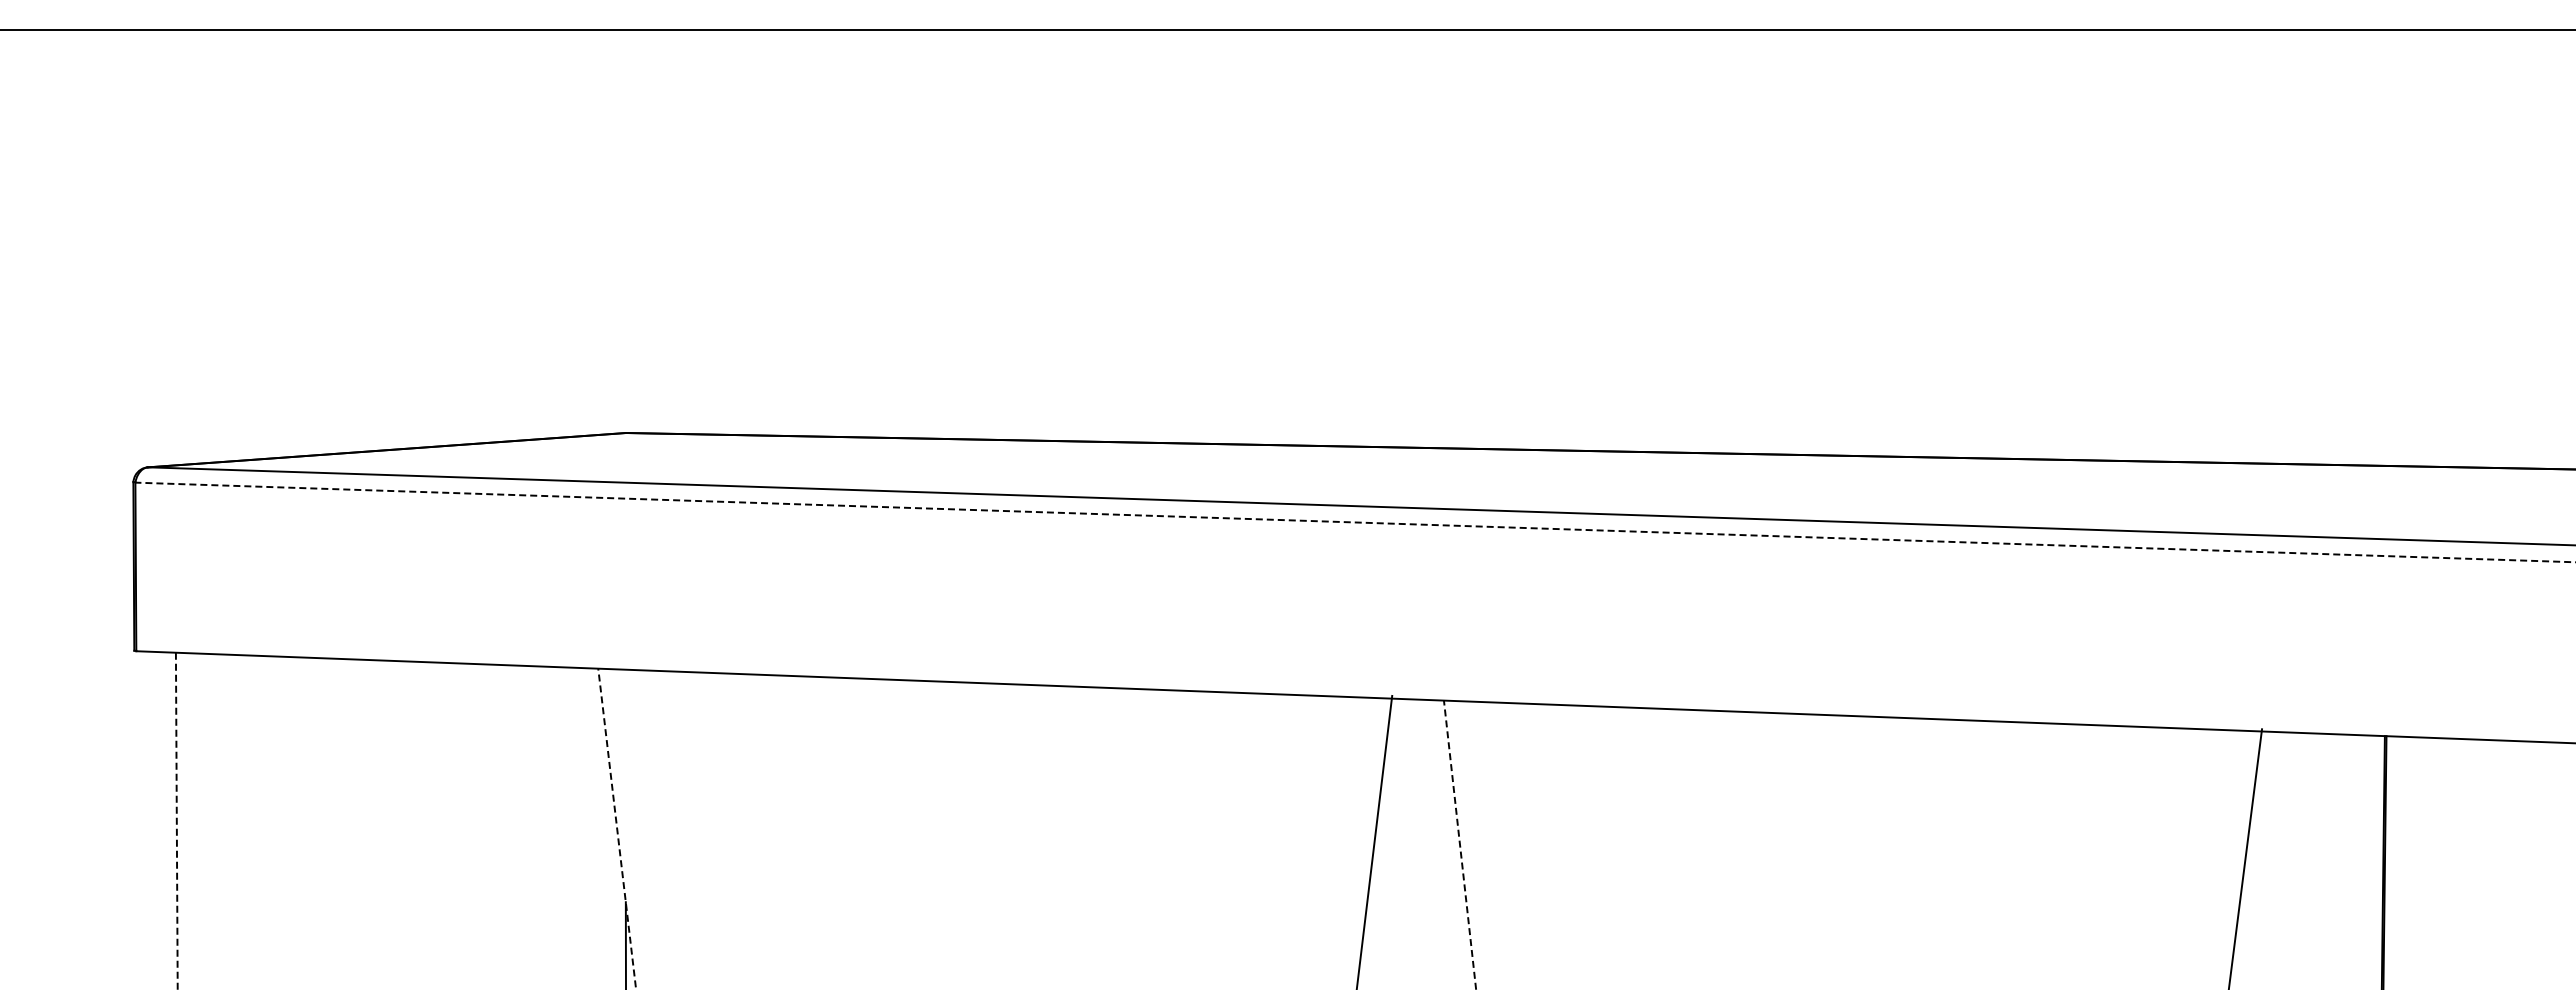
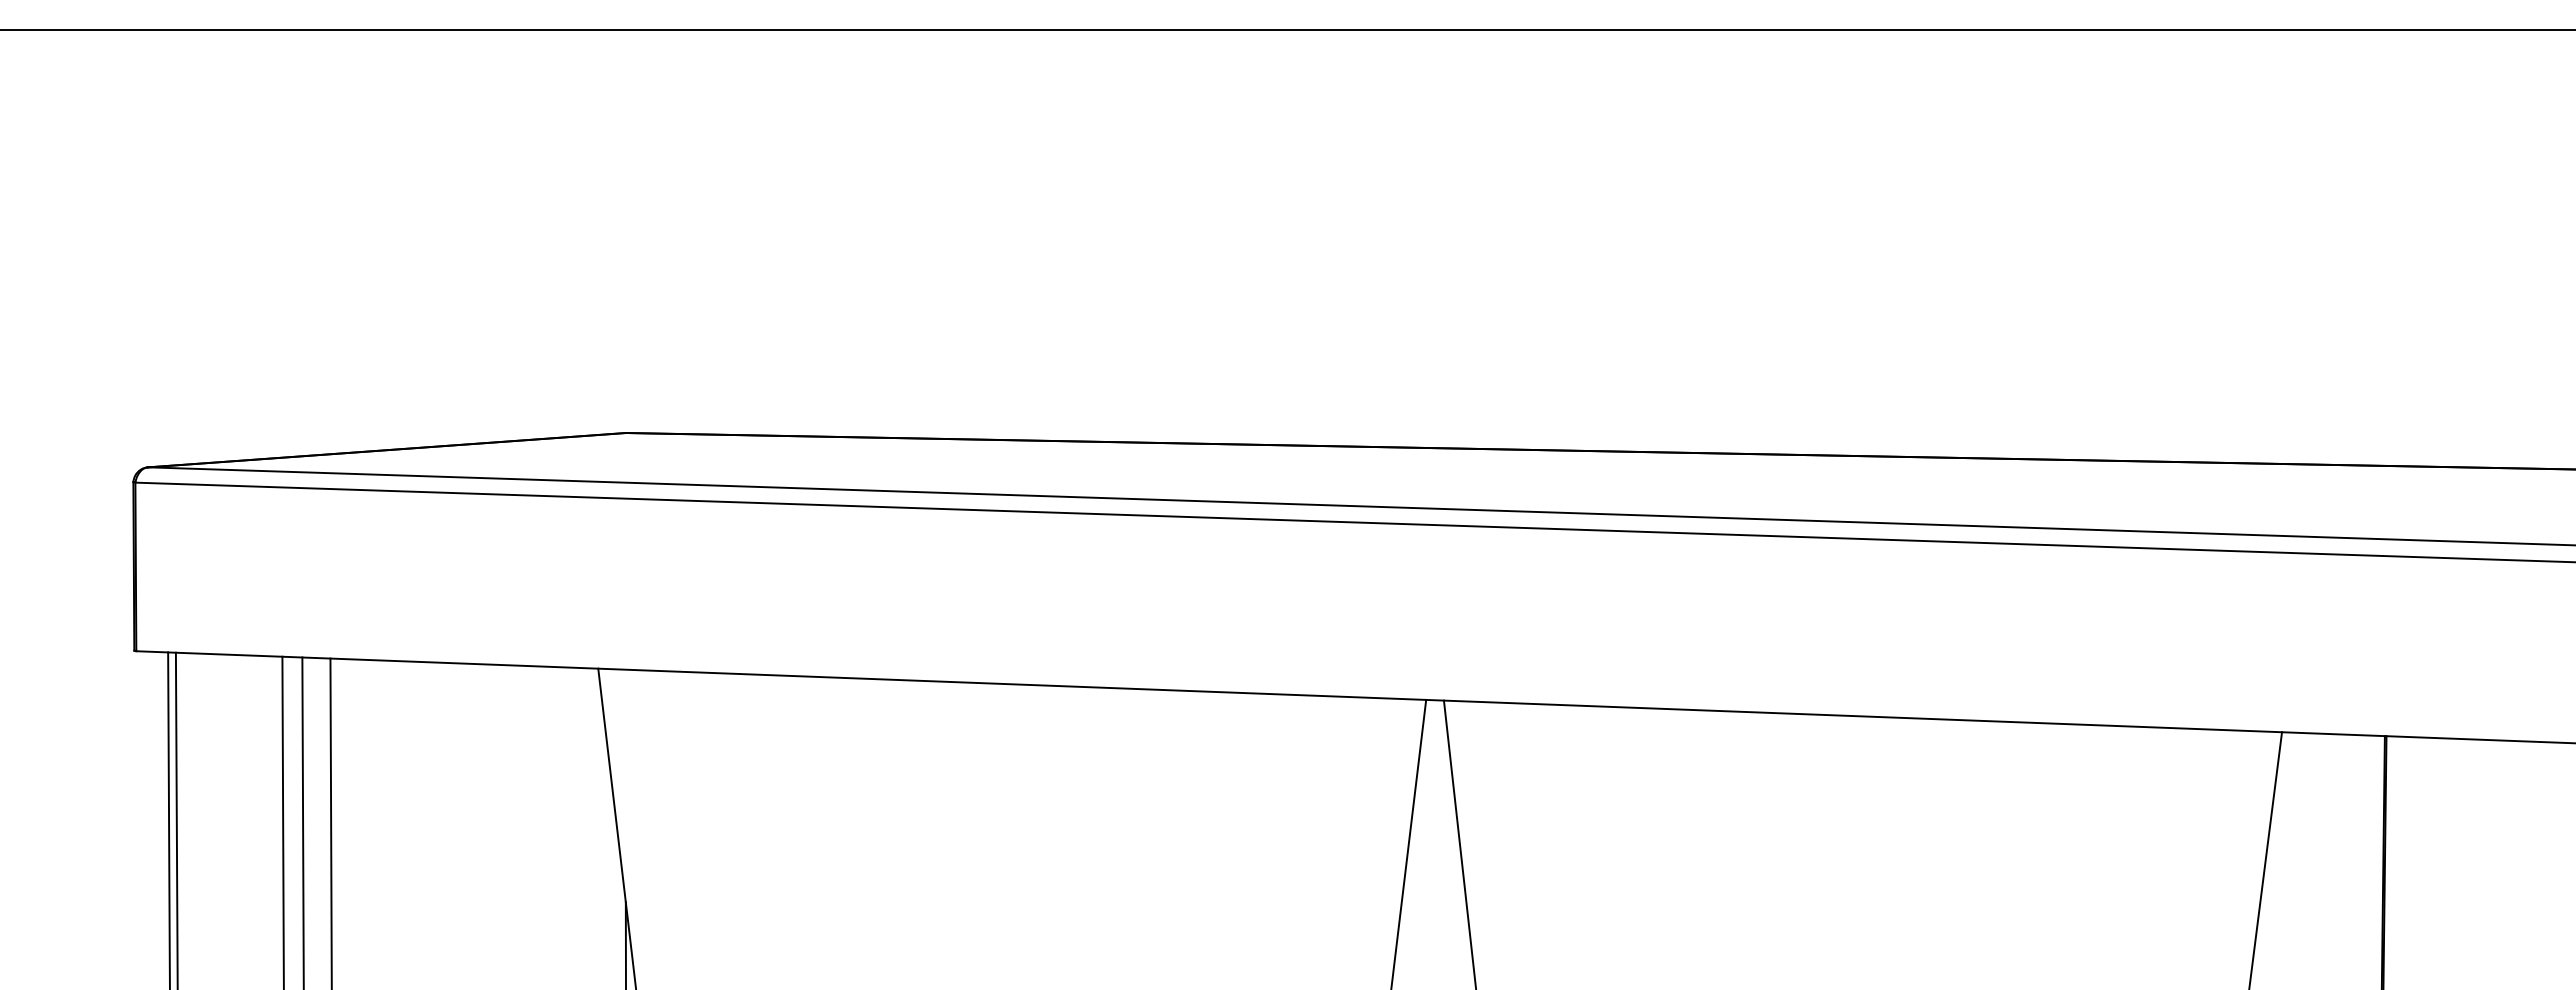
line at (1354, 522): dashed -> solid
line at (168, 819): none -> present
line at (176, 821): dashed -> solid
line at (282, 821): none -> present
line at (302, 821): none -> present
line at (330, 822): none -> present
line at (617, 828): dashed -> solid
line at (1374, 840) position: (1374, 840) -> (1408, 842)
line at (1460, 844): dashed -> solid
line at (2245, 857) position: (2245, 857) -> (2265, 859)
